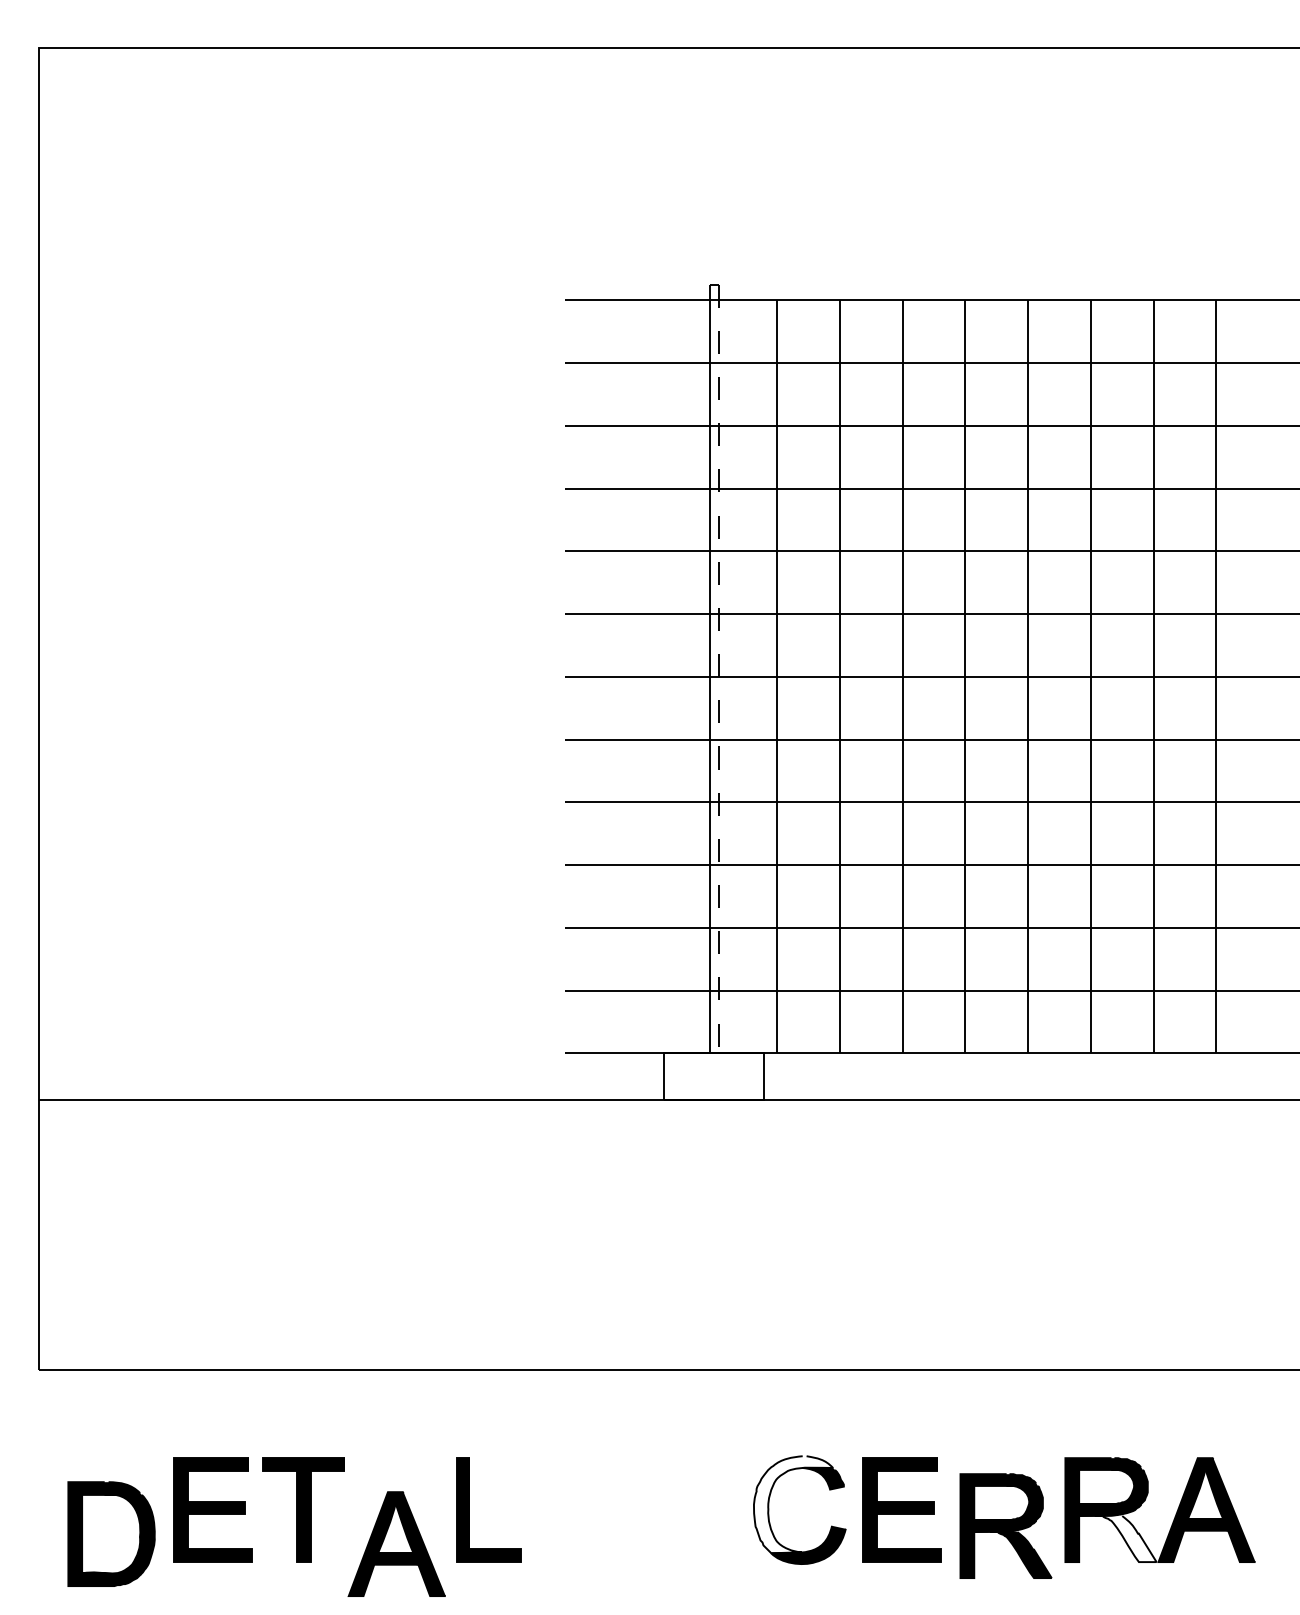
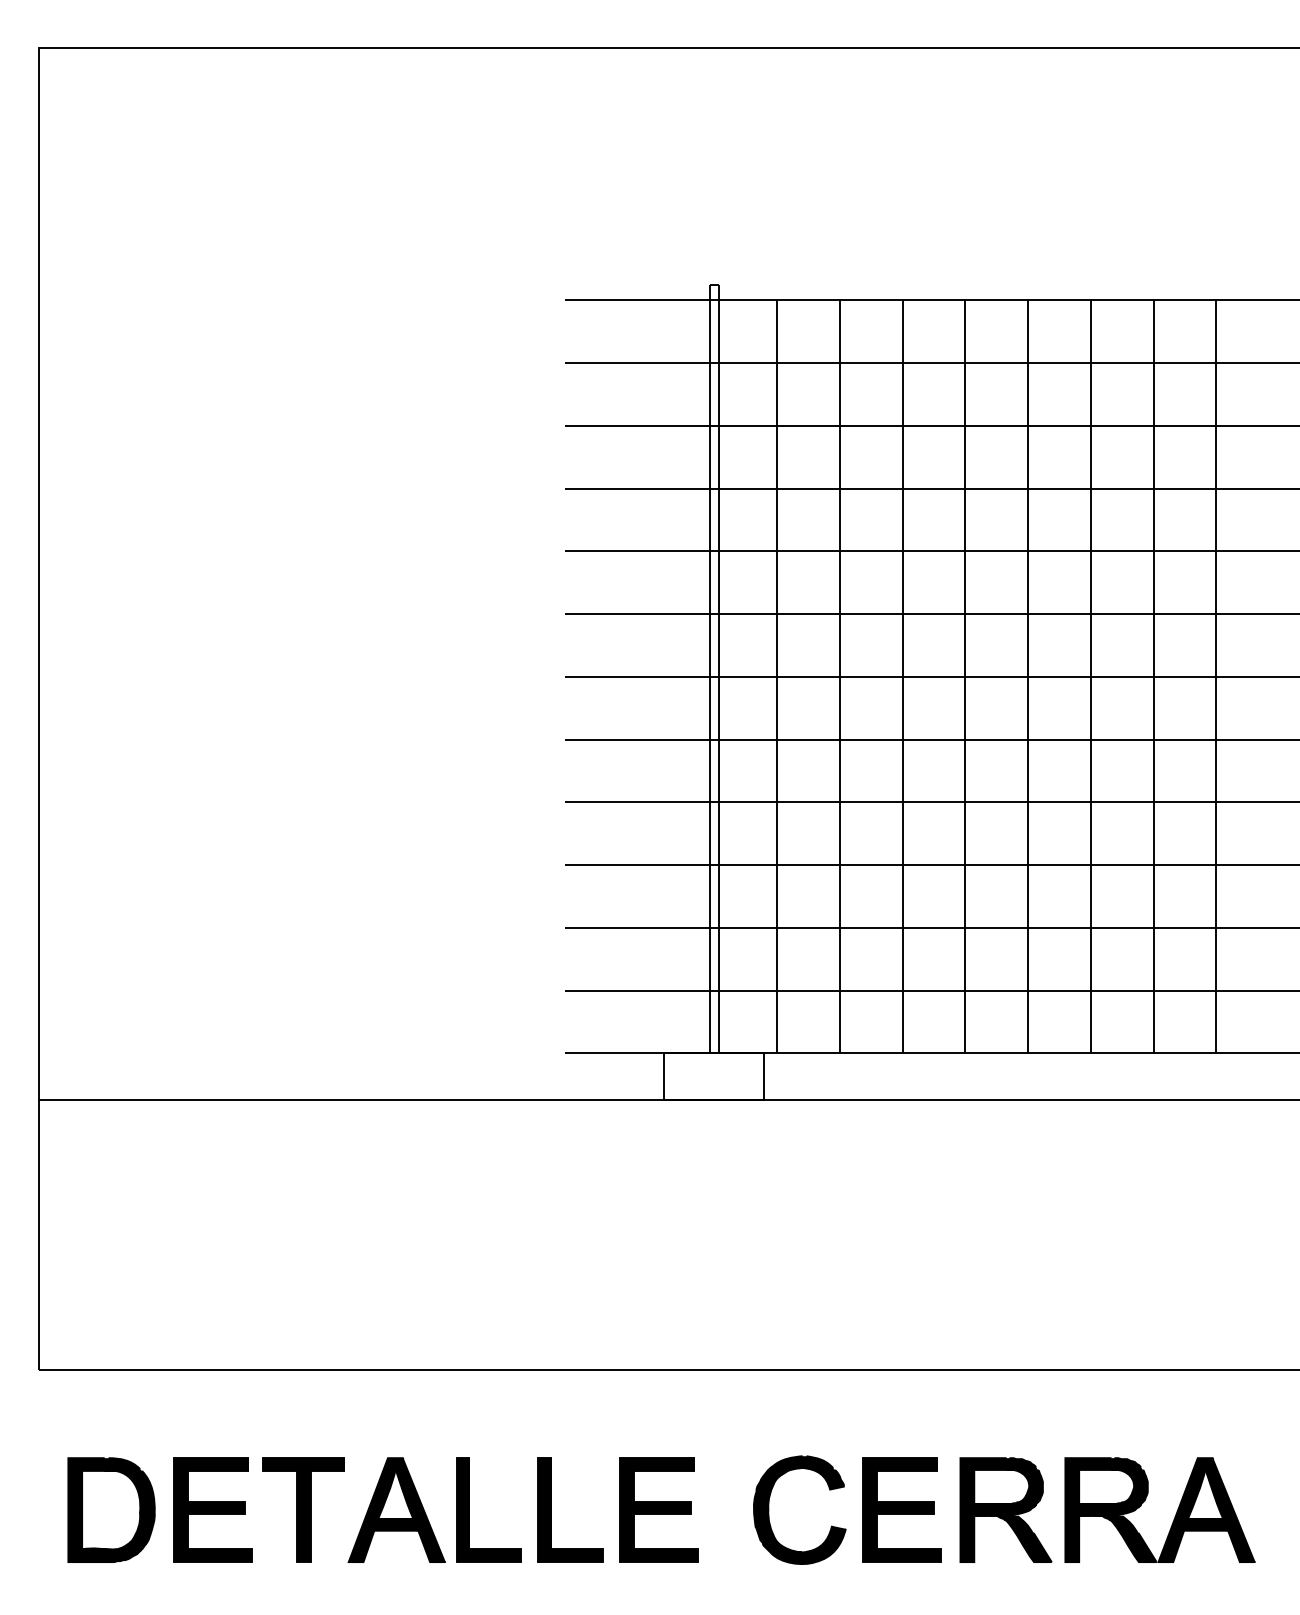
line at (719, 669): dashed -> solid
fill at (793, 1504): none -> present
part at (551, 1509): none -> present
part at (658, 1509): none -> present
part at (1005, 1525) position: (1005, 1525) -> (1005, 1509)
part at (111, 1533) position: (111, 1533) -> (111, 1509)
fill at (1125, 1538): none -> present
part at (396, 1543) position: (396, 1543) -> (396, 1509)
